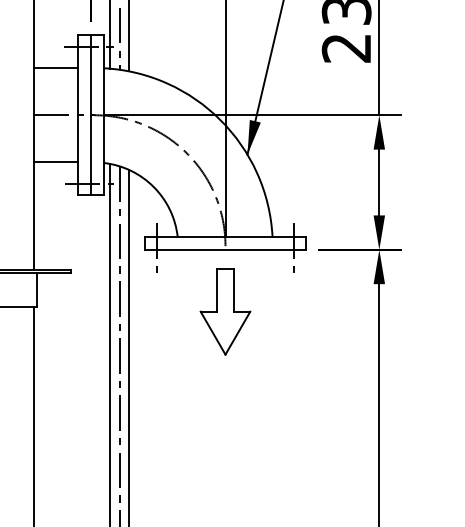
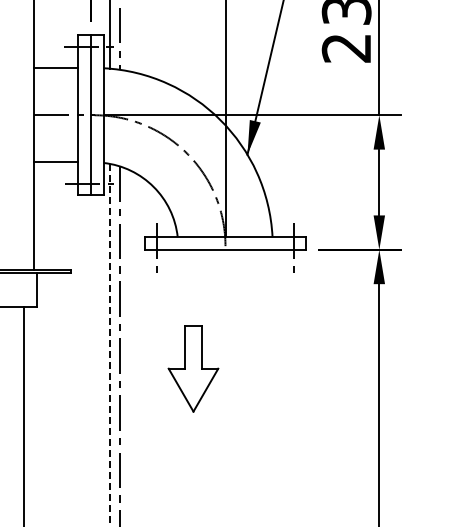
line at (129, 36): present -> none
part at (225, 311) position: (225, 311) -> (193, 368)
line at (109, 345): solid -> dashed
line at (129, 346): present -> none
line at (33, 415) position: (33, 415) -> (23, 415)
